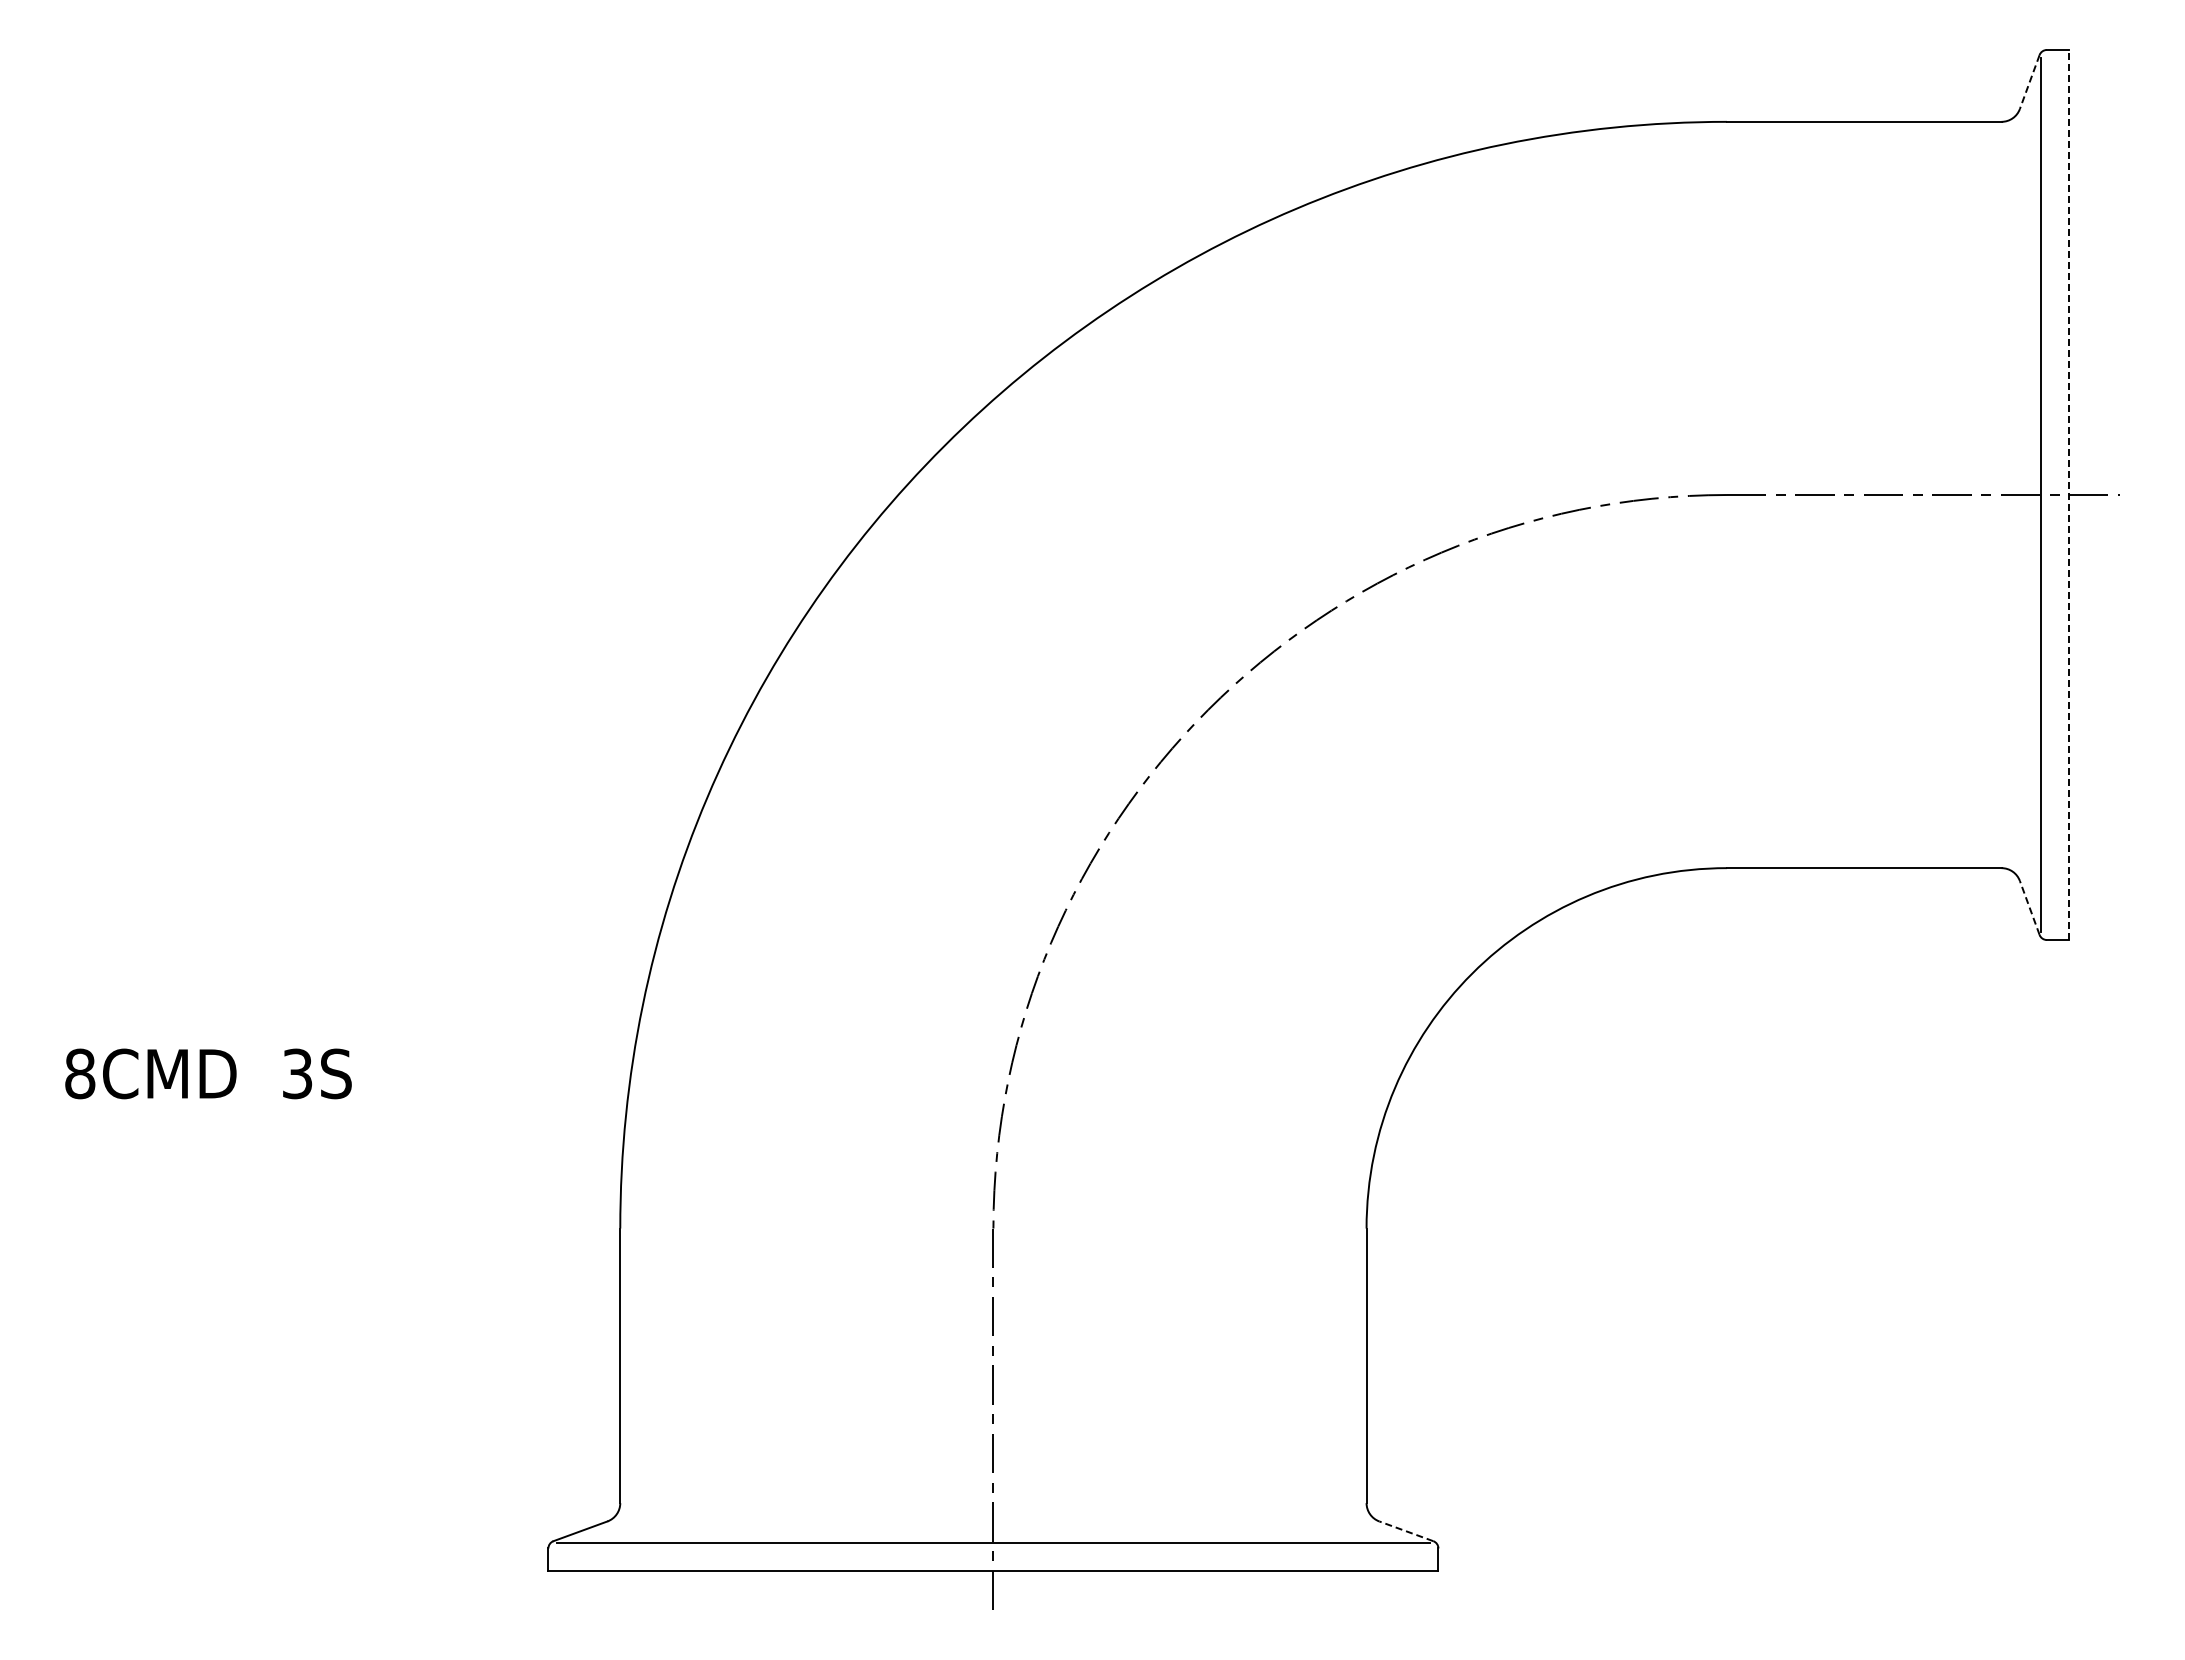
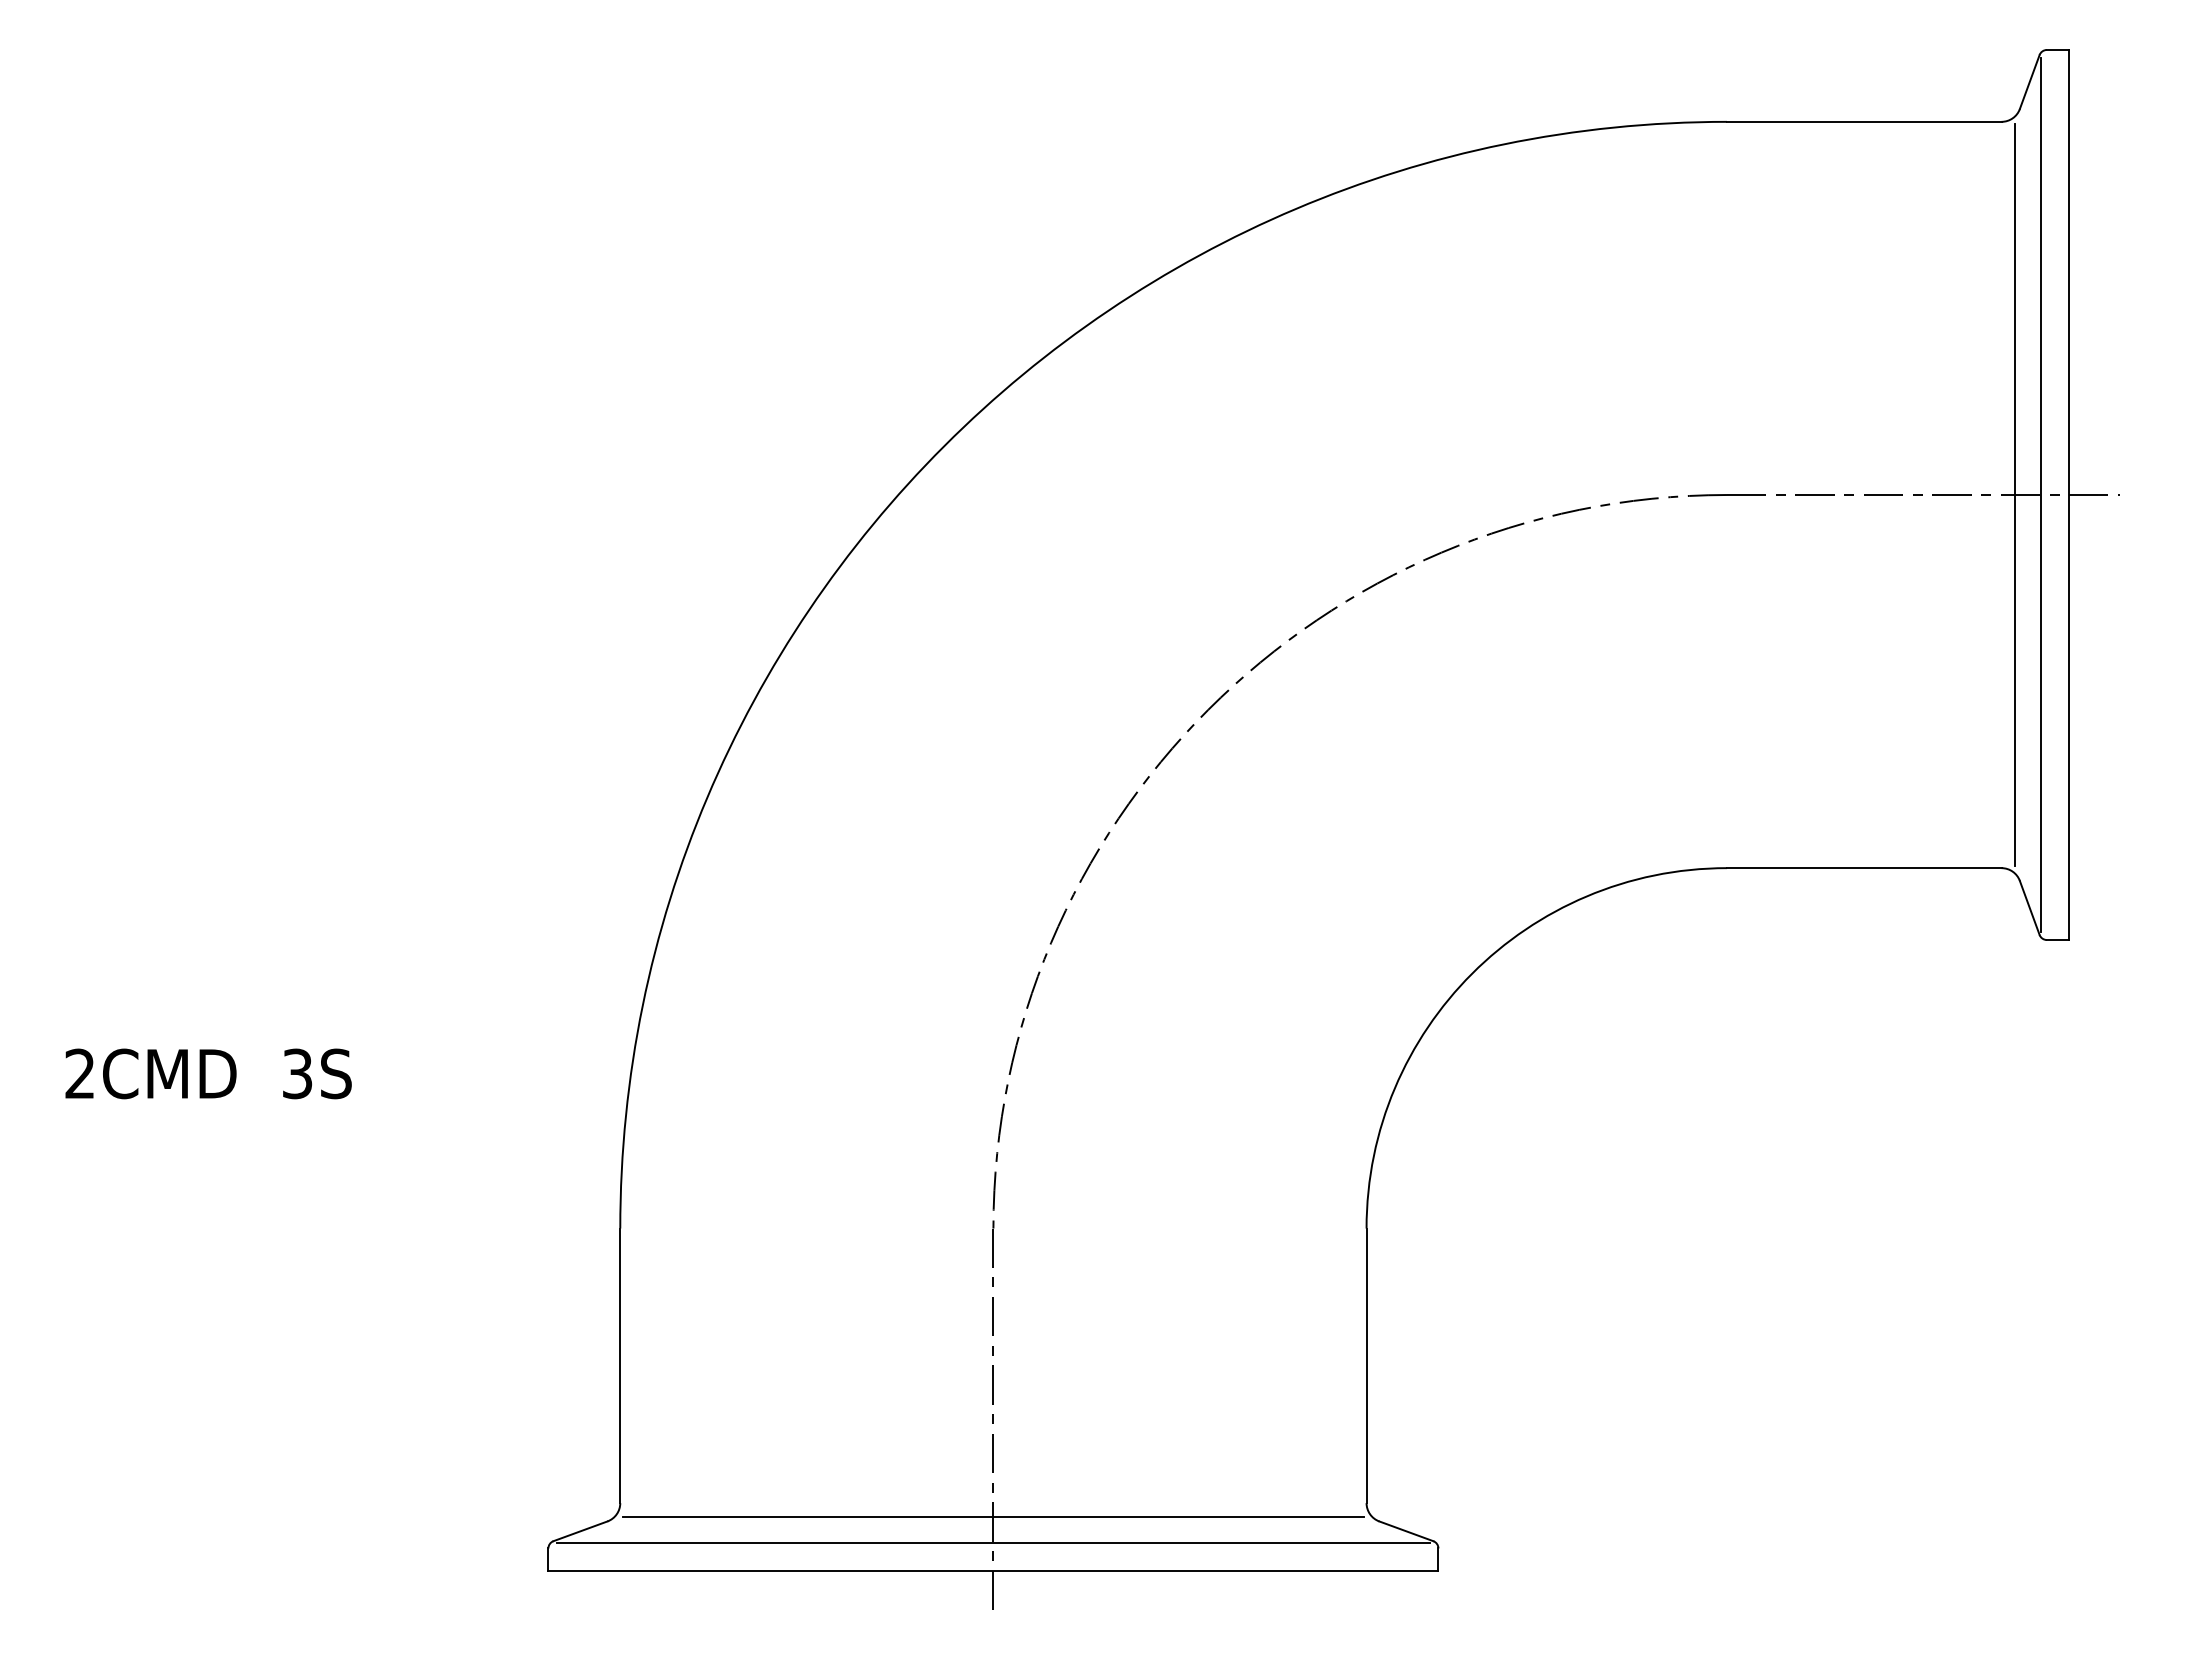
line at (2029, 82): dashed -> solid
line at (2015, 494): none -> present
line at (2069, 494): dashed -> solid
line at (2029, 907): dashed -> solid
text at (80, 1073): 8CMD -> 2CMD
line at (993, 1516): none -> present
line at (1406, 1531): dashed -> solid
